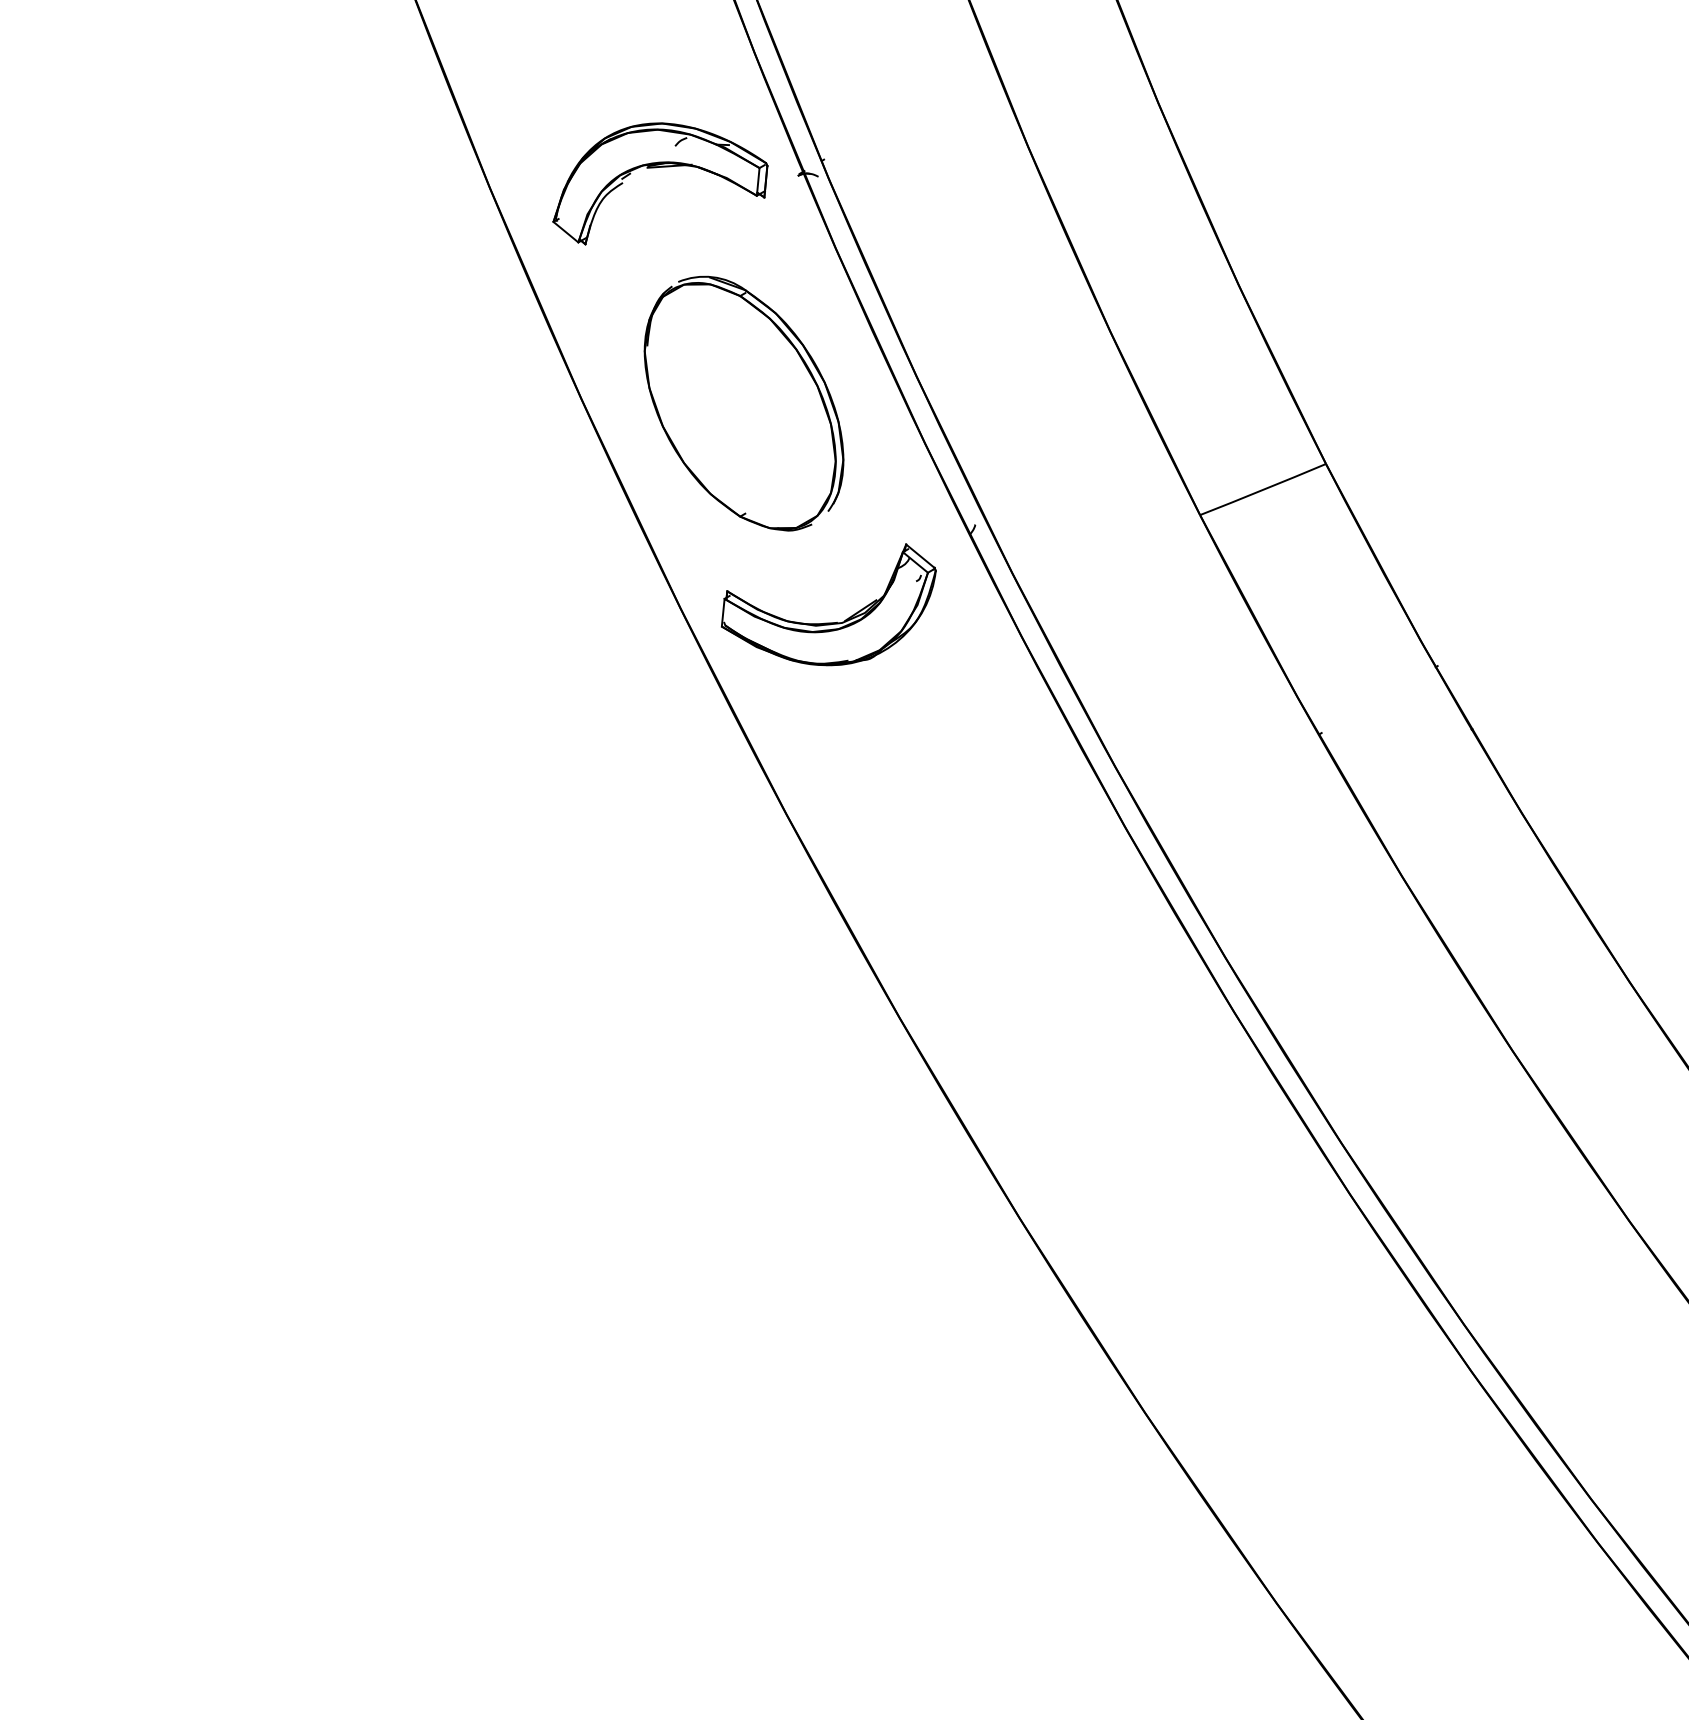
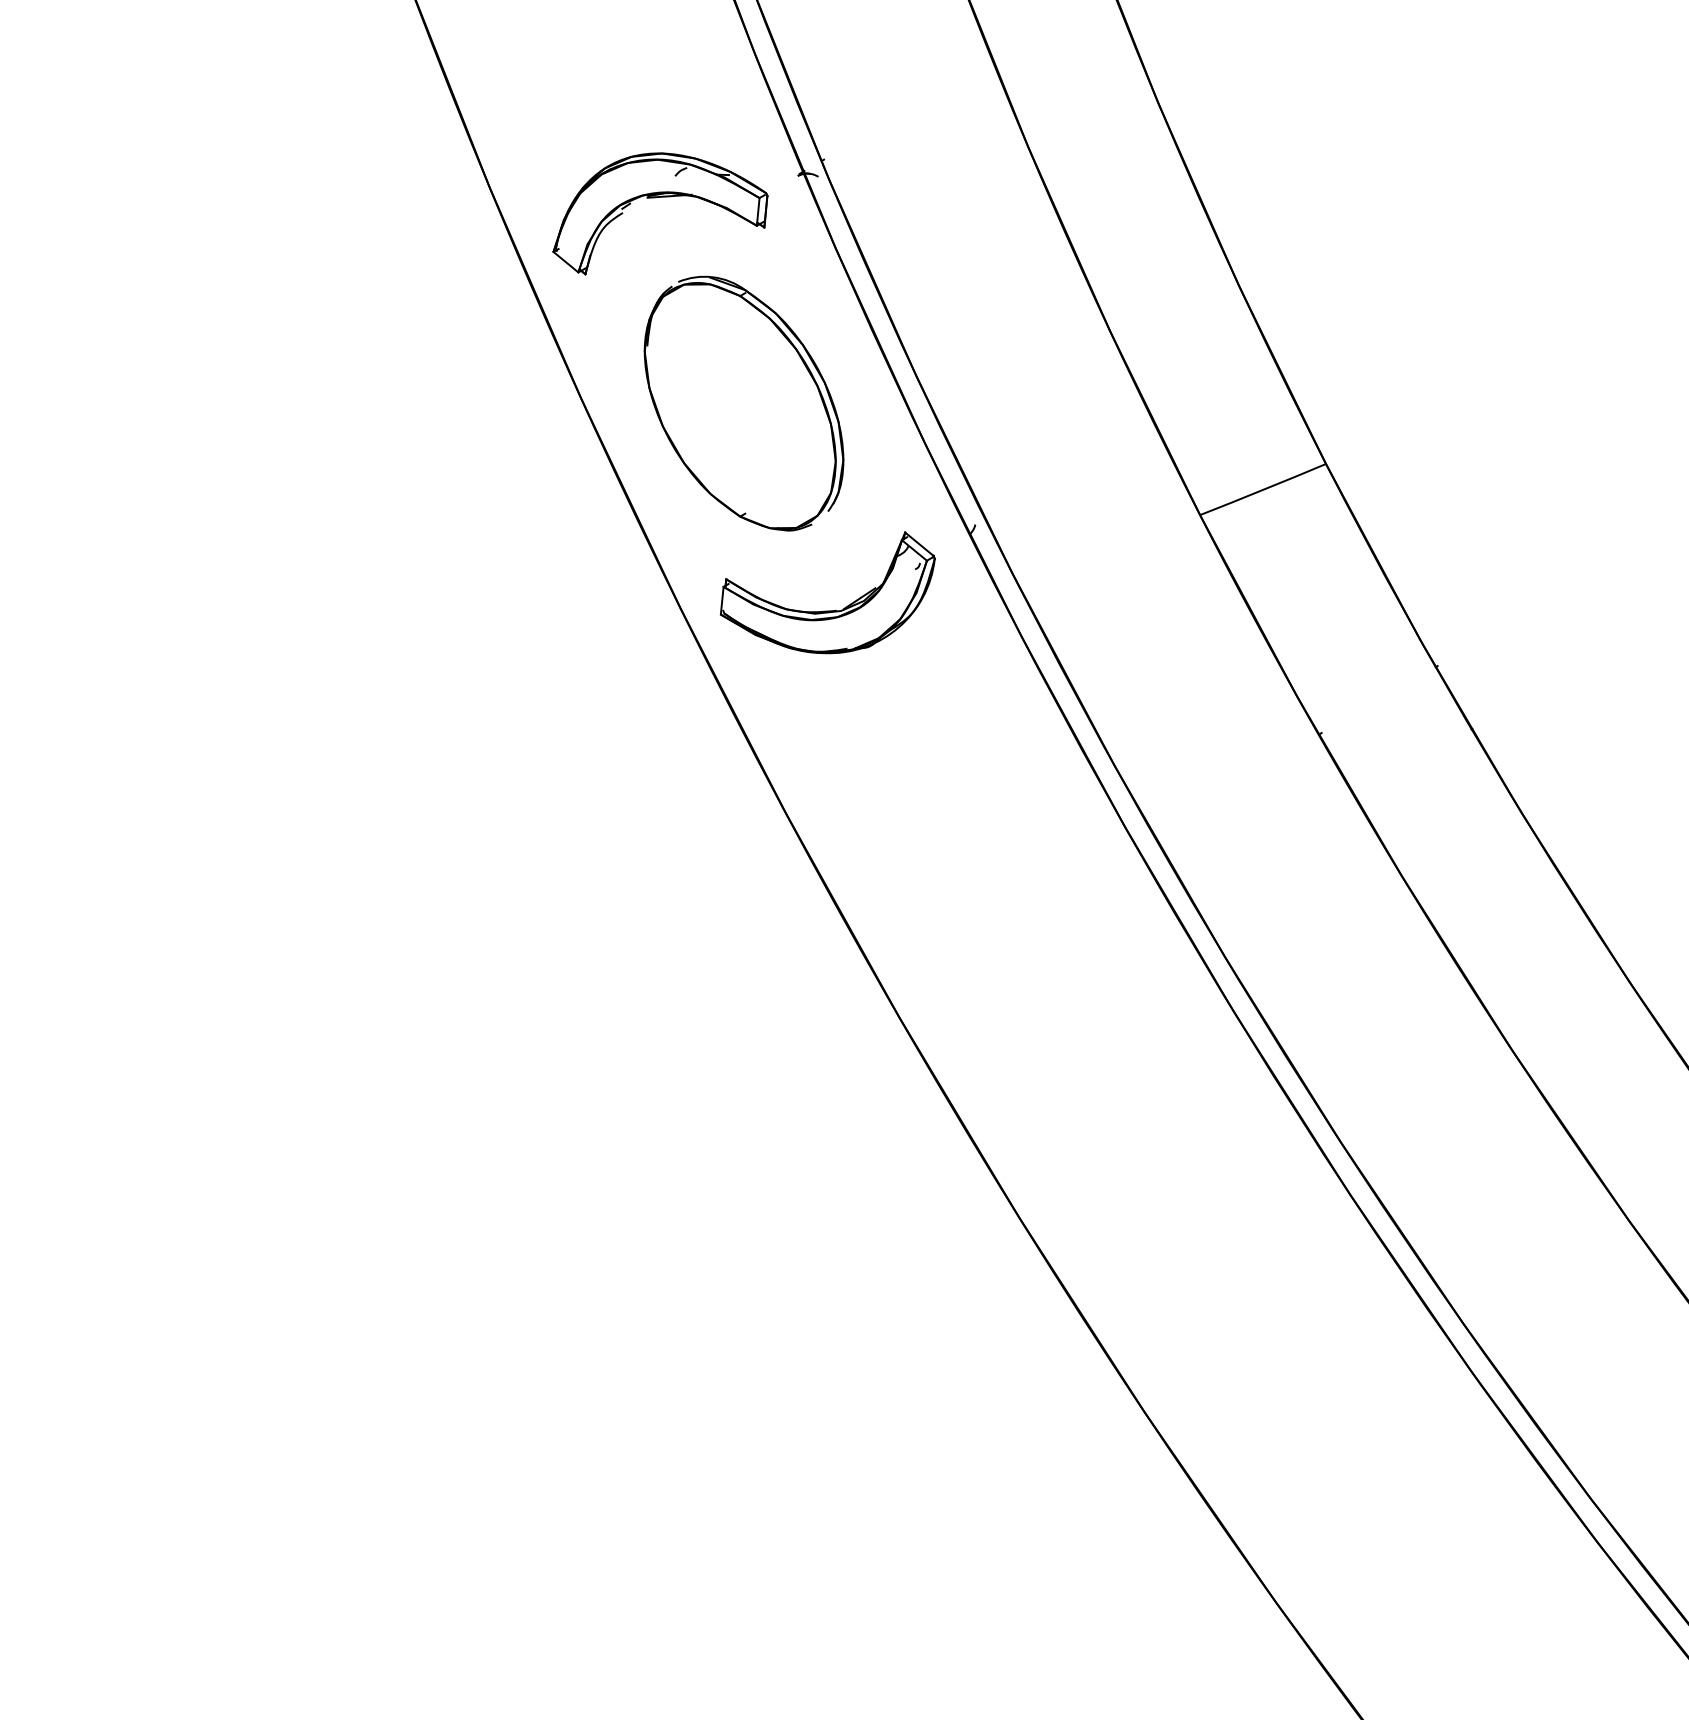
part at (656, 168) position: (656, 168) -> (656, 198)
part at (828, 622) position: (828, 622) -> (827, 610)
